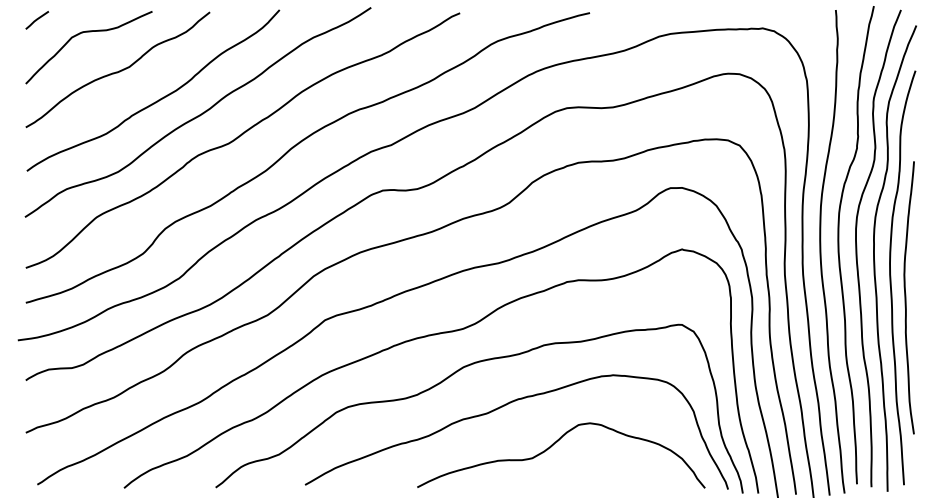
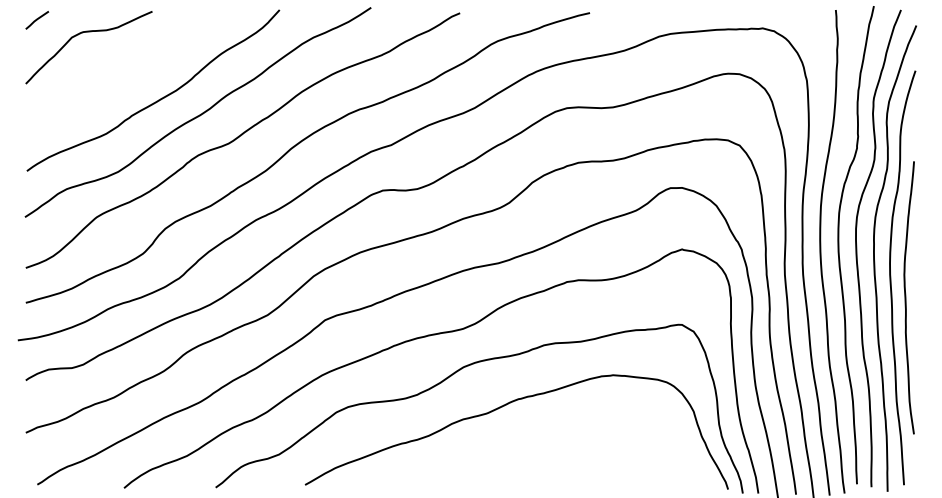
curve at (117, 71): present -> none
curve at (552, 446): present -> none
